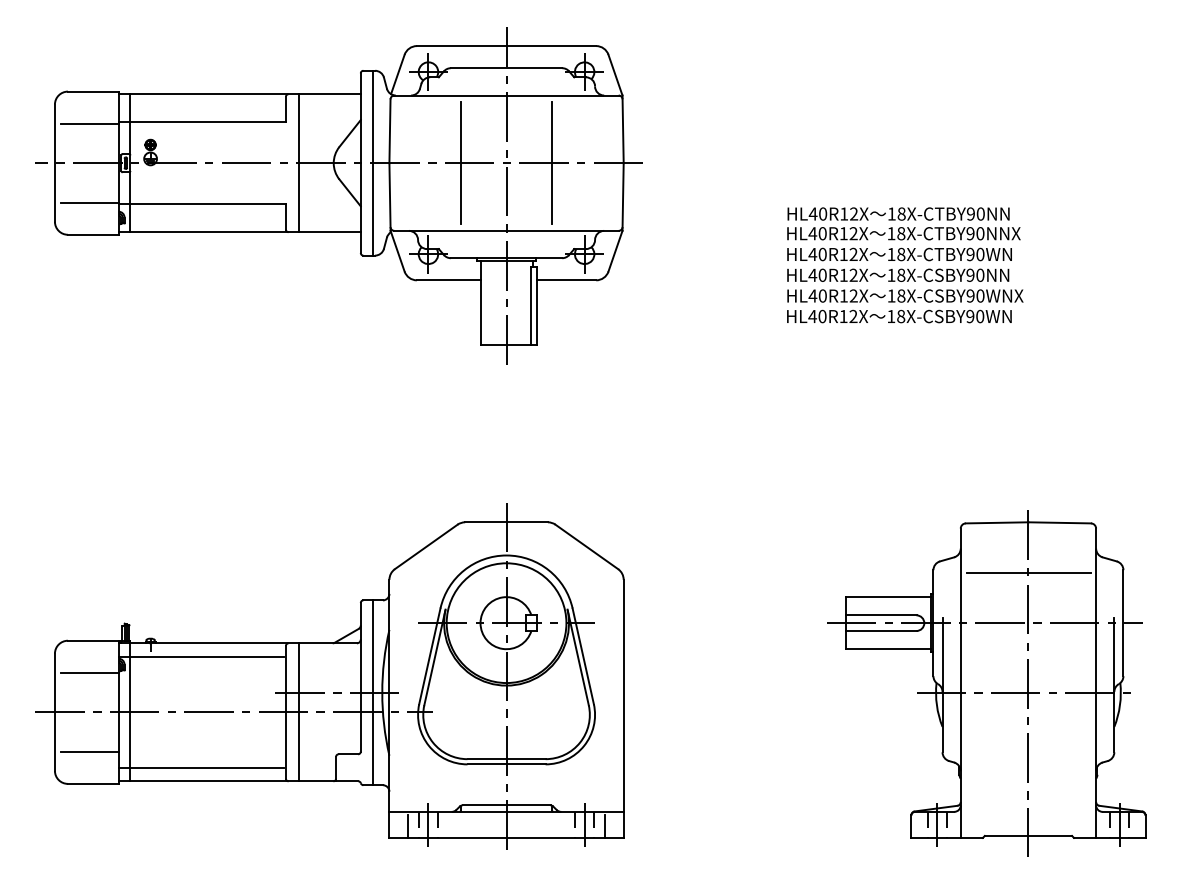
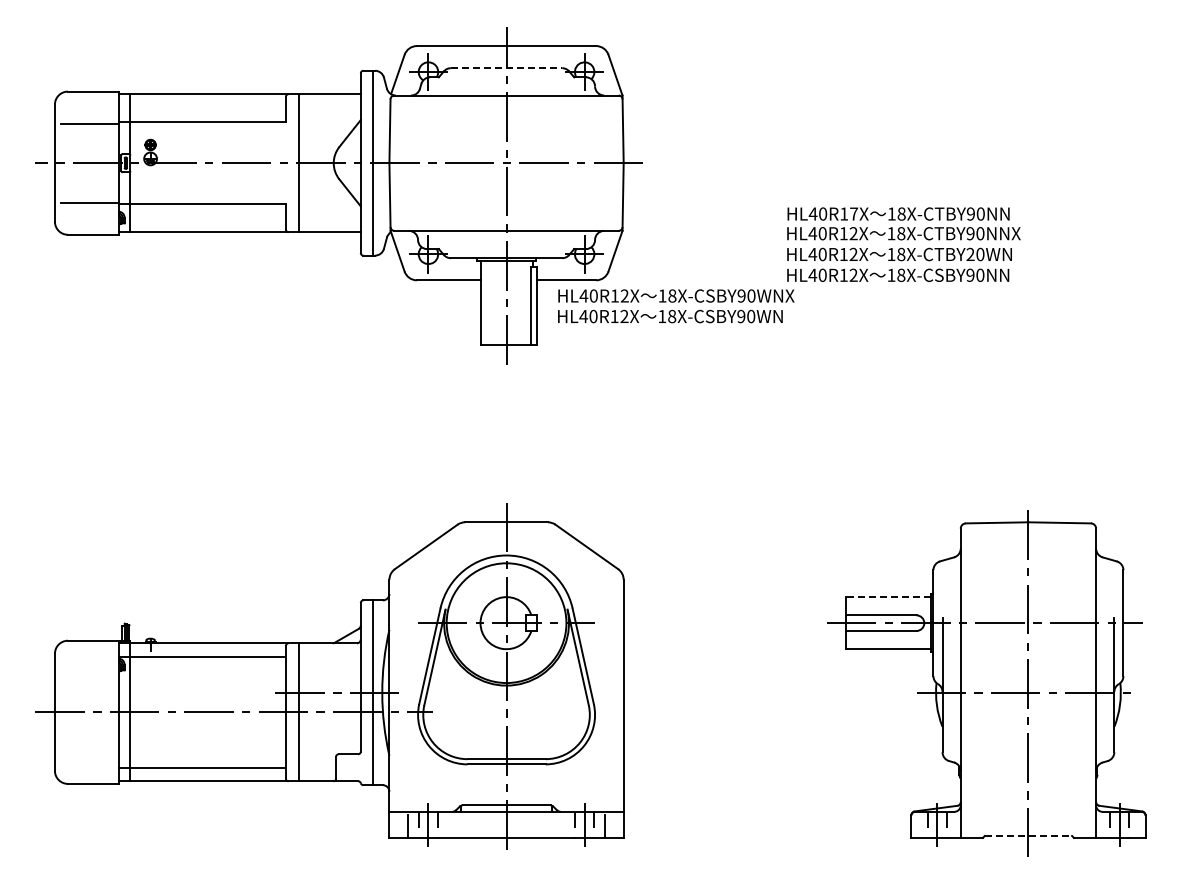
line at (506, 68): solid -> dashed
line at (461, 163): present -> none
line at (552, 163): present -> none
text at (854, 213): HL40R12X -> HL40R17X
text at (970, 254): 18X-CTBY90WN -> 18X-CTBY20WN
text at (905, 306) position: (905, 306) -> (676, 306)
line at (1028, 573): present -> none
line at (888, 597): solid -> dashed
line at (89, 672): present -> none
line at (89, 752): present -> none
line at (1028, 835): solid -> dashed
